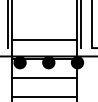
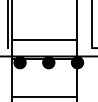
line at (80, 25): present -> none
line at (43, 78): present -> none
